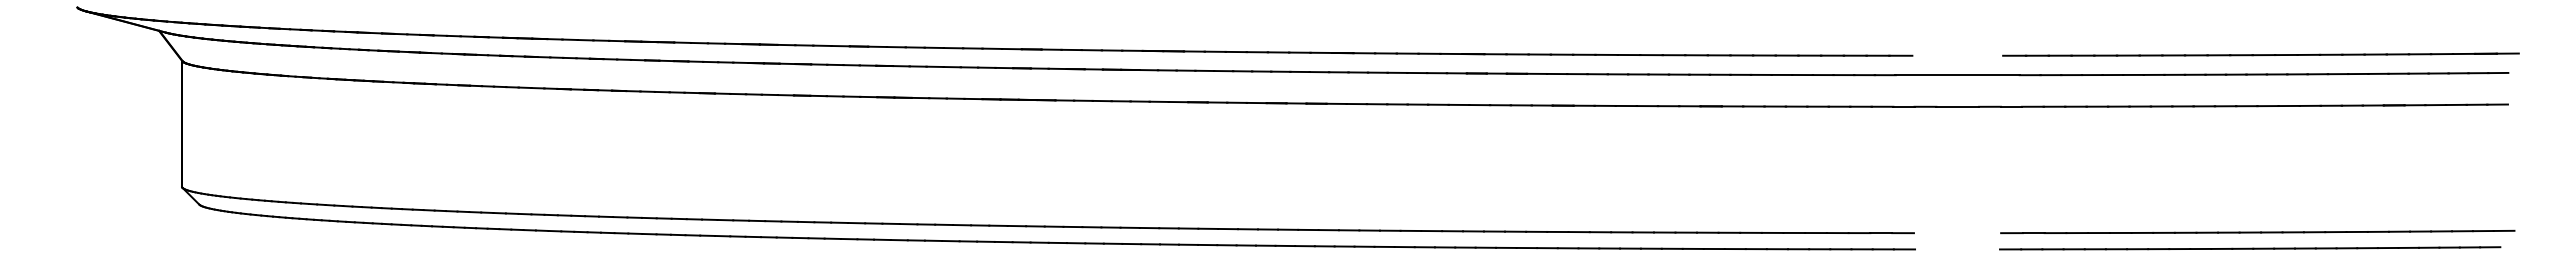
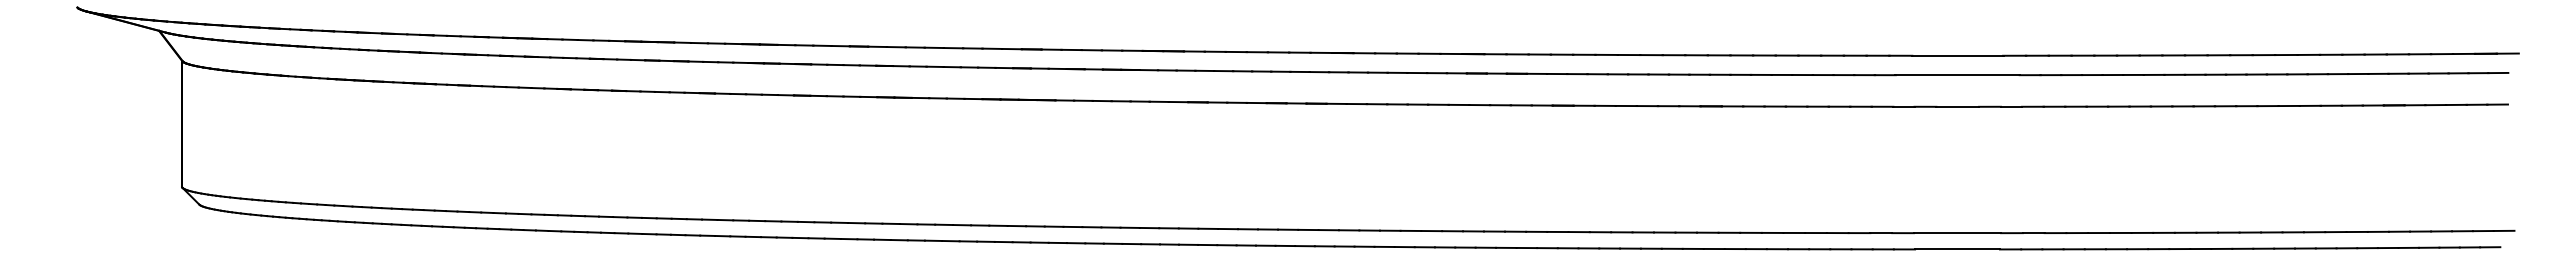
line at (1957, 55): none -> present
line at (1957, 233): none -> present
line at (1957, 249): none -> present
